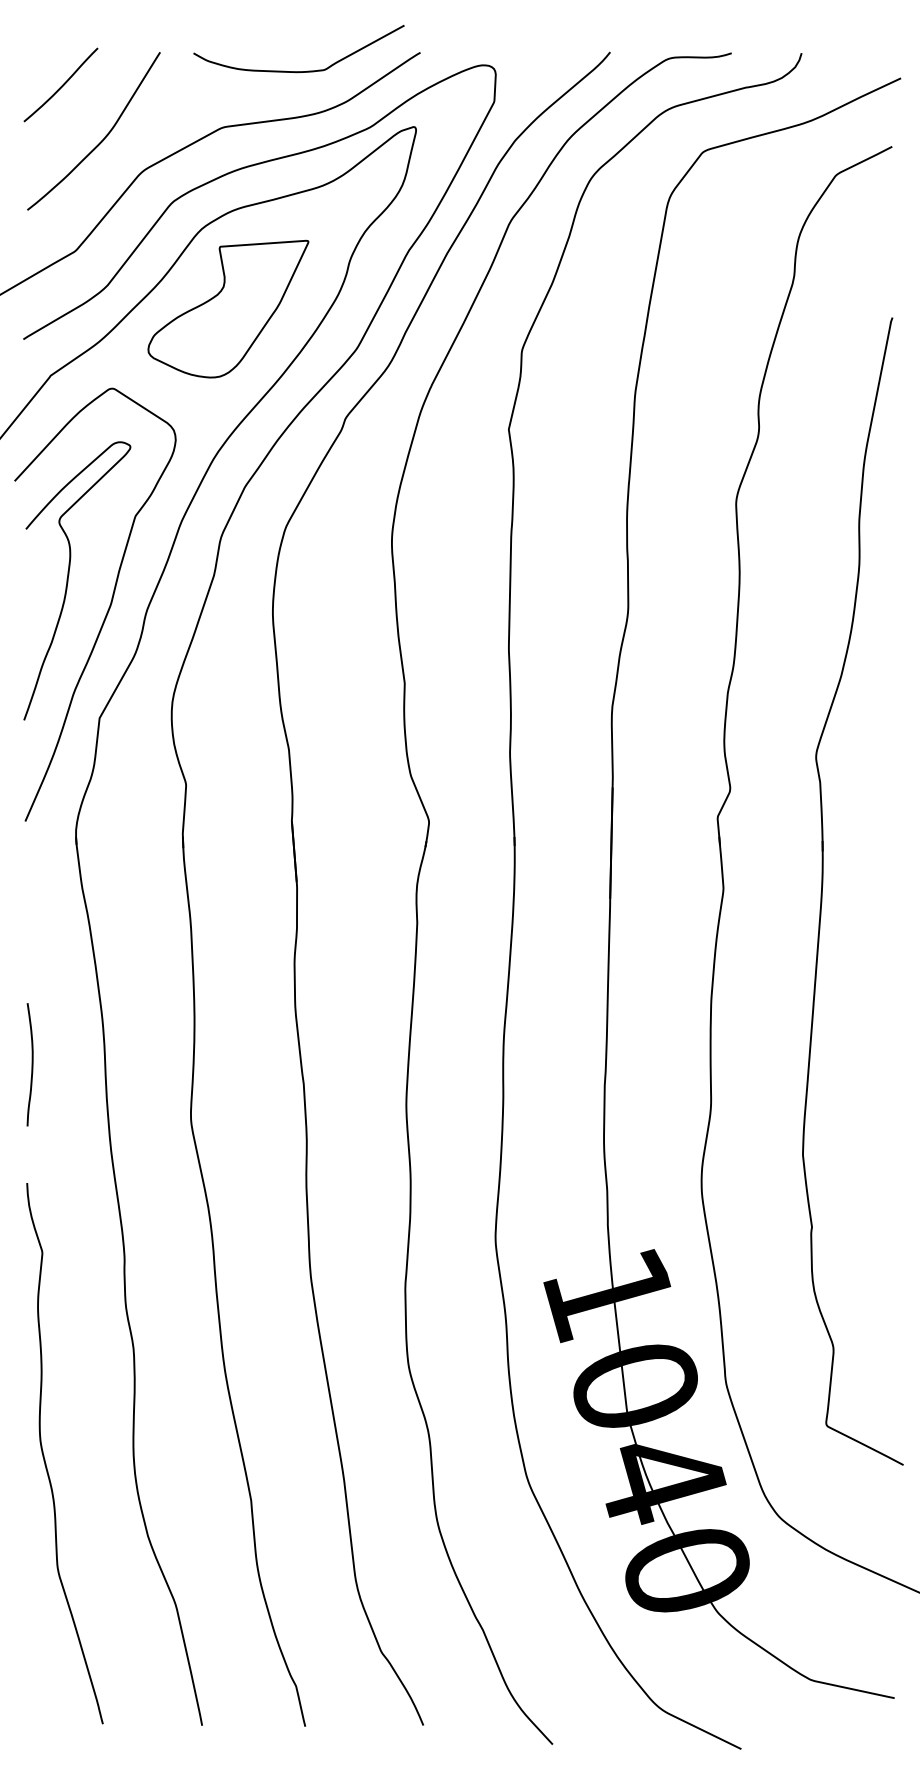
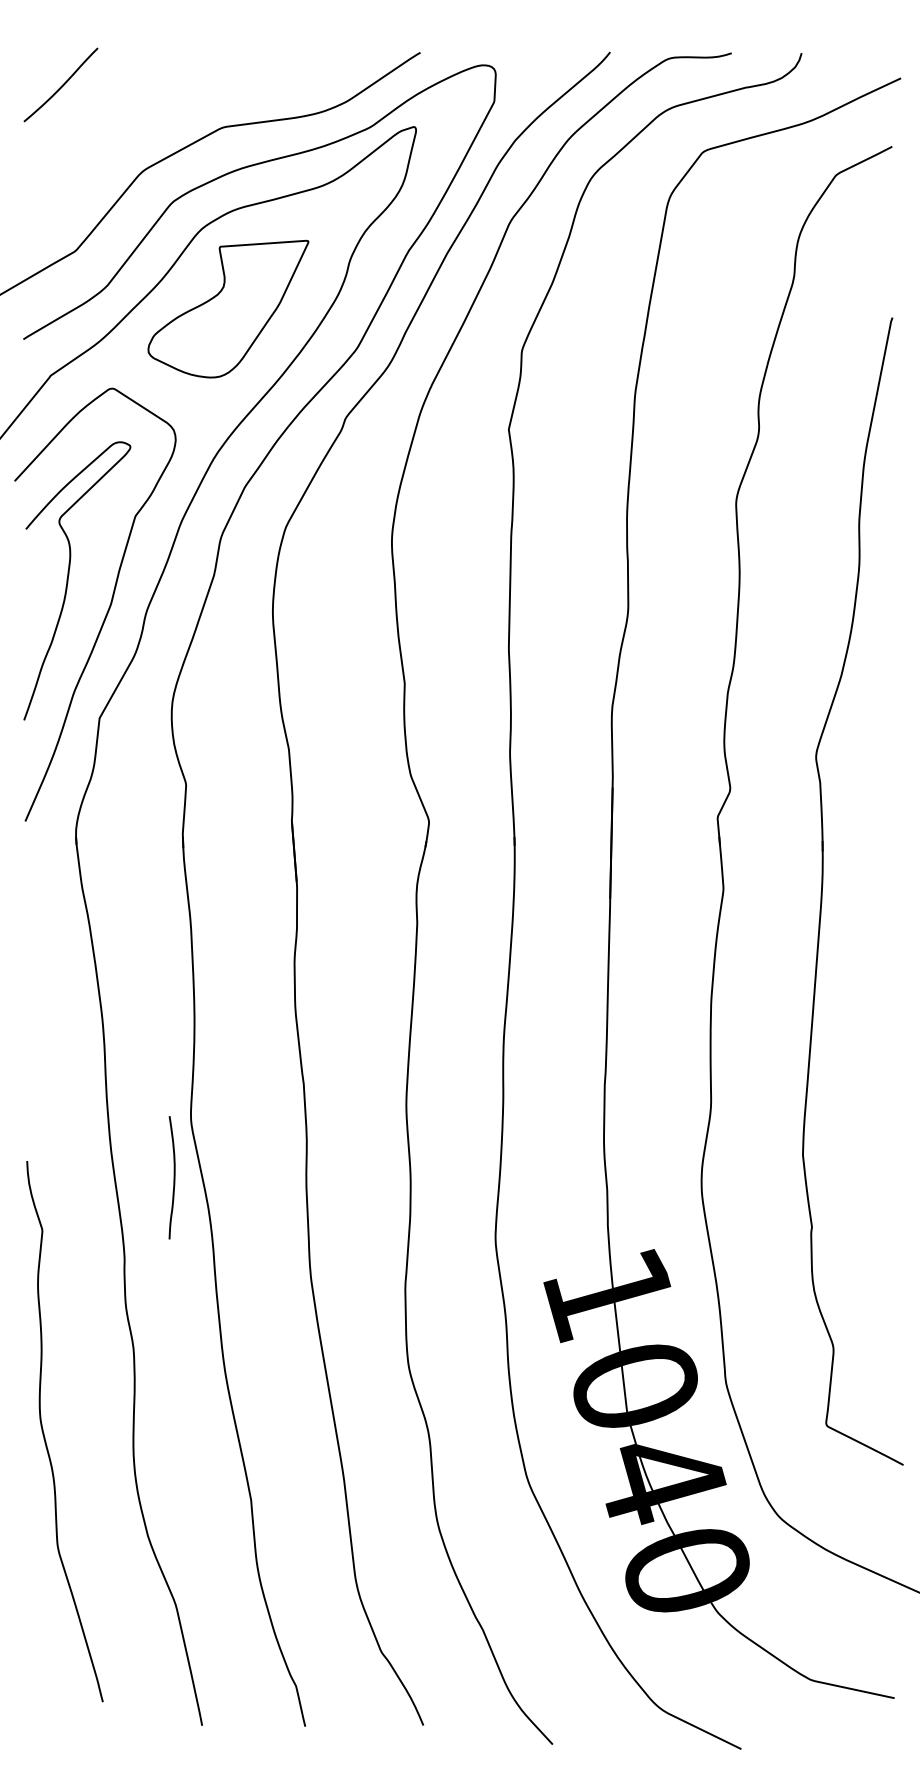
curve at (298, 71): present -> none
curve at (102, 139): present -> none
curve at (31, 1064) position: (31, 1064) -> (173, 1177)
curve at (45, 1459) position: (45, 1459) -> (45, 1437)
